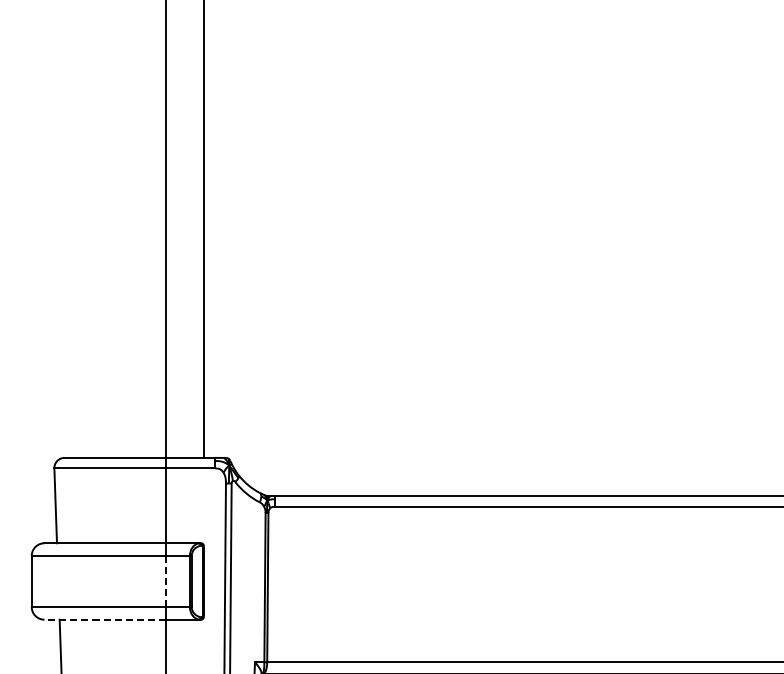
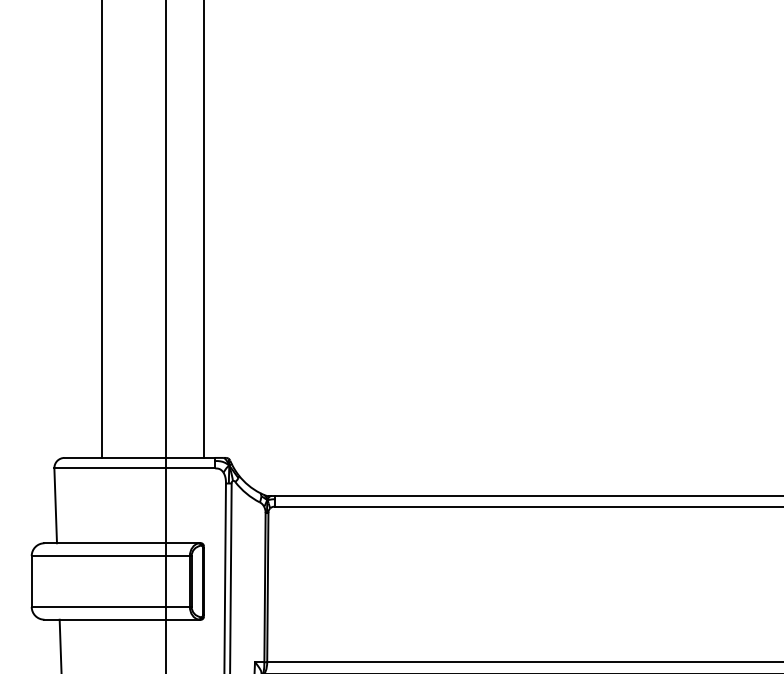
line at (101, 229): none -> present
line at (165, 580): dashed -> solid
line at (104, 619): dashed -> solid
